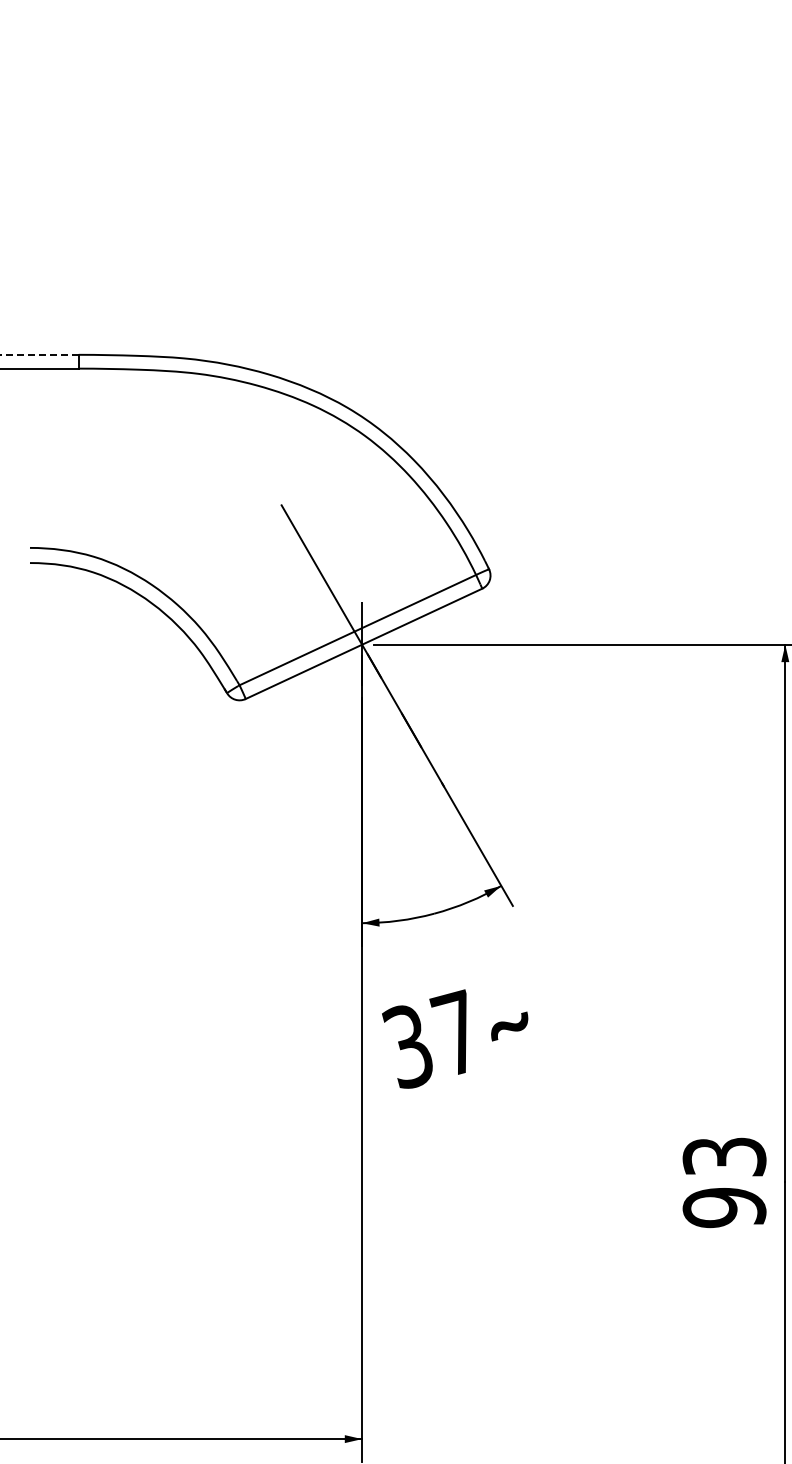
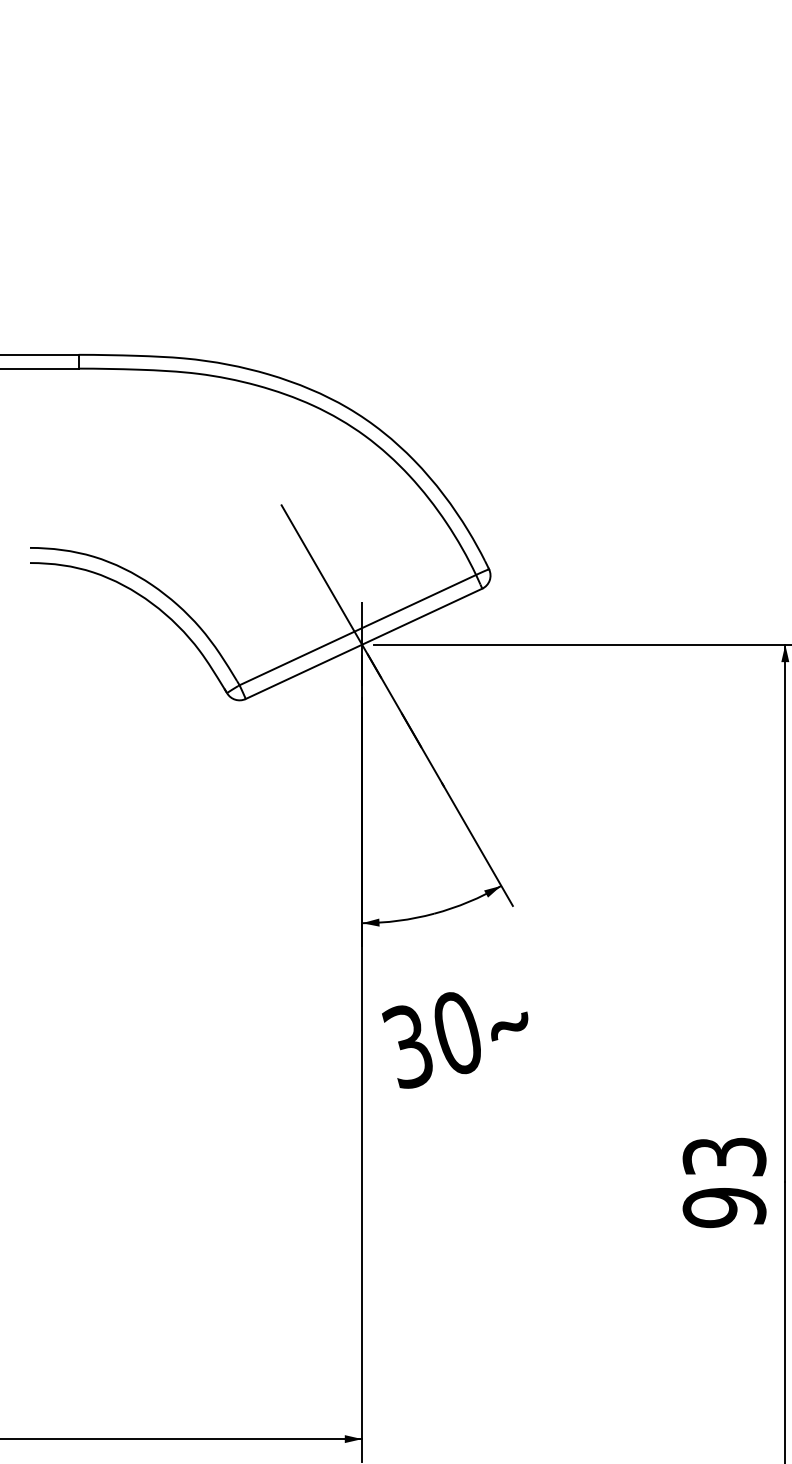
line at (39, 354): dashed -> solid
text at (454, 1031): 37 -> 30
